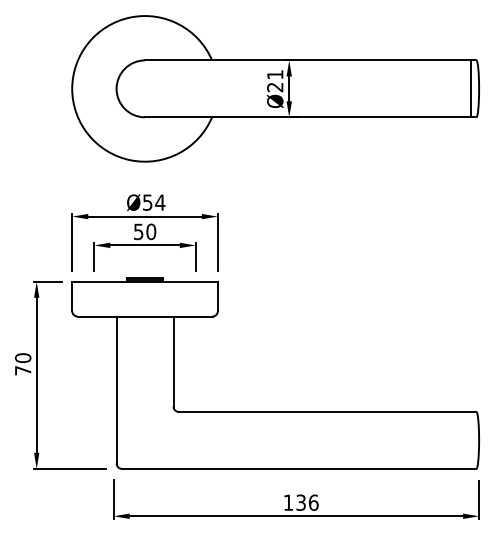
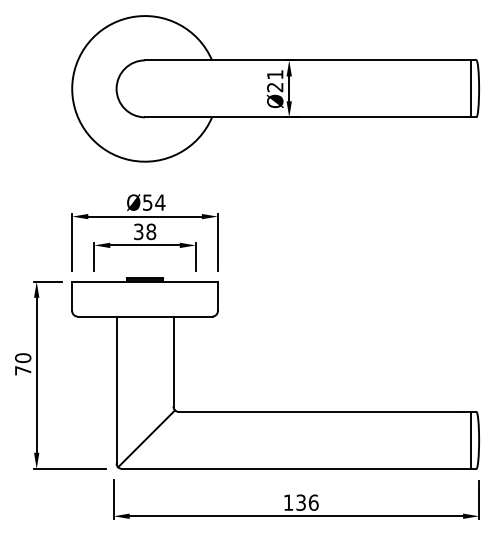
text at (145, 231): 50 -> 38
line at (146, 438): none -> present
line at (471, 439): none -> present
